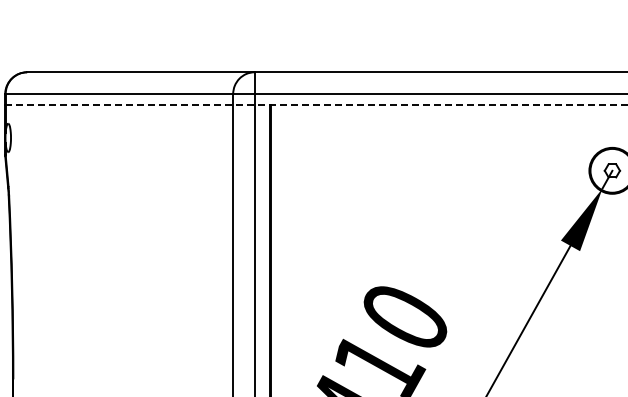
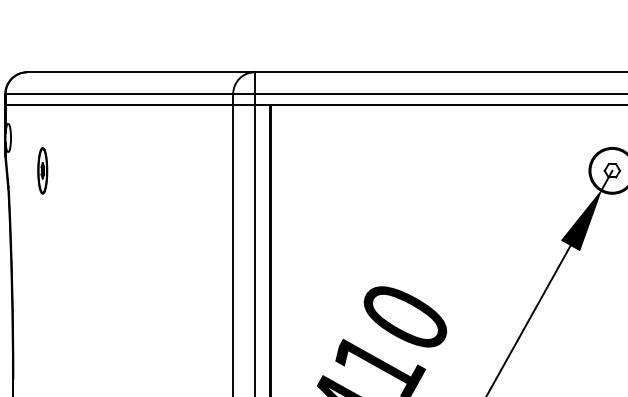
line at (317, 105): dashed -> solid
part at (42, 170): none -> present
